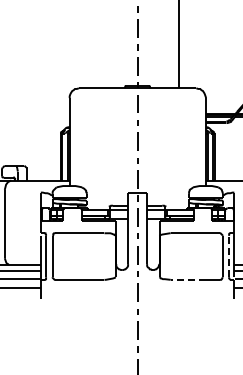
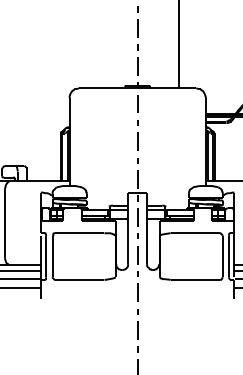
line at (229, 256): dashed -> solid
line at (188, 279): dashed -> solid
